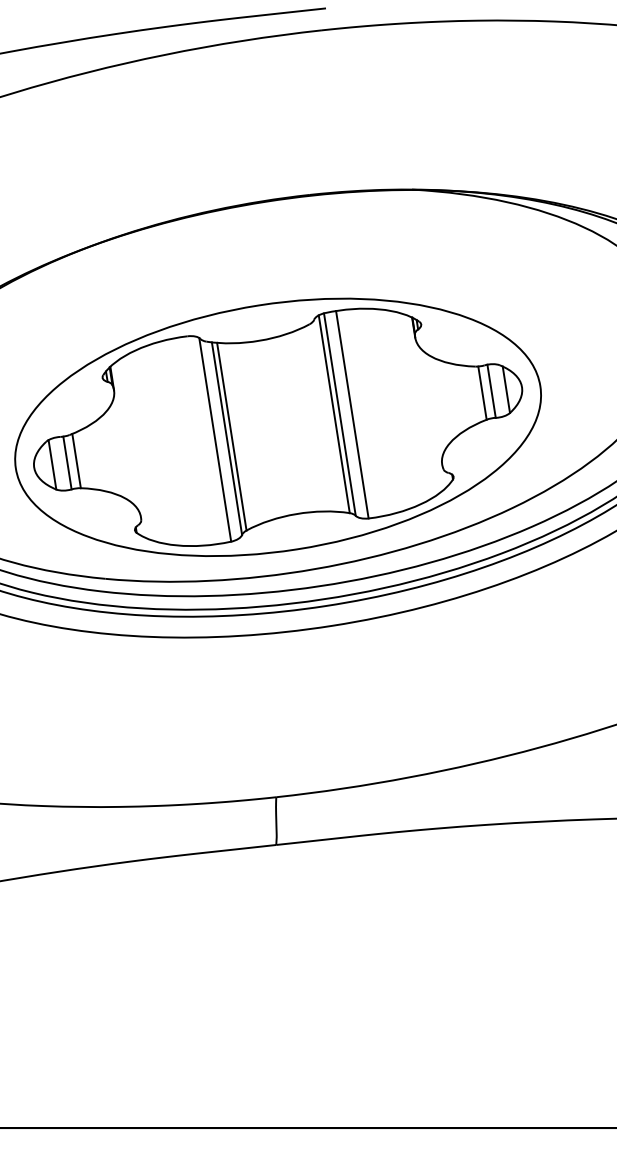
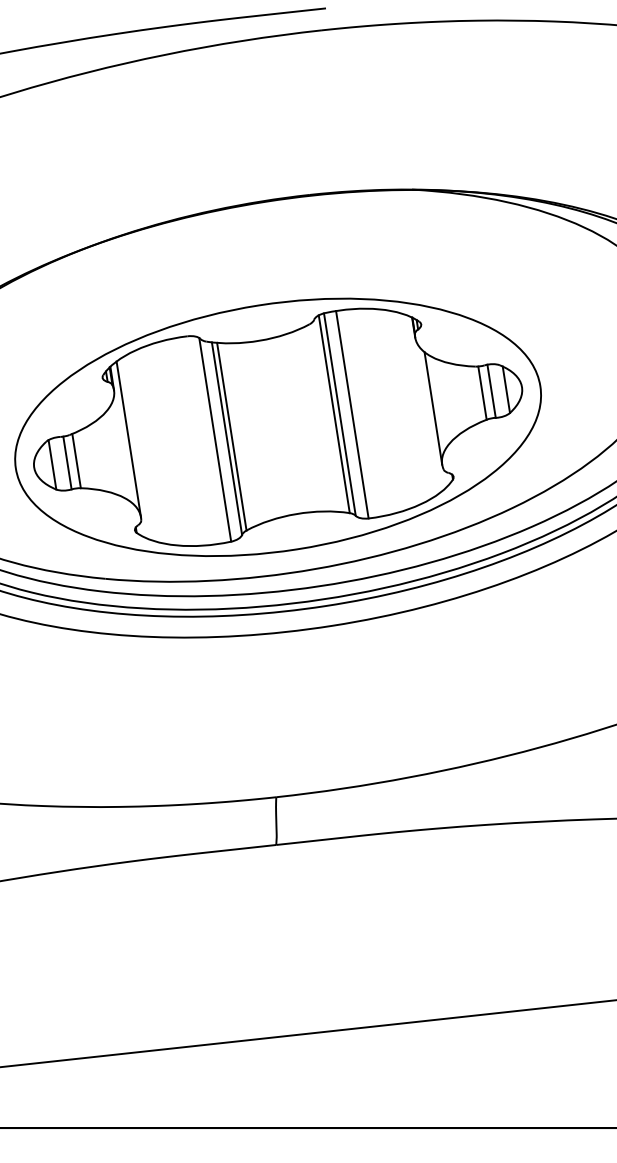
line at (433, 408): none -> present
line at (128, 439): none -> present
line at (307, 1033): none -> present
